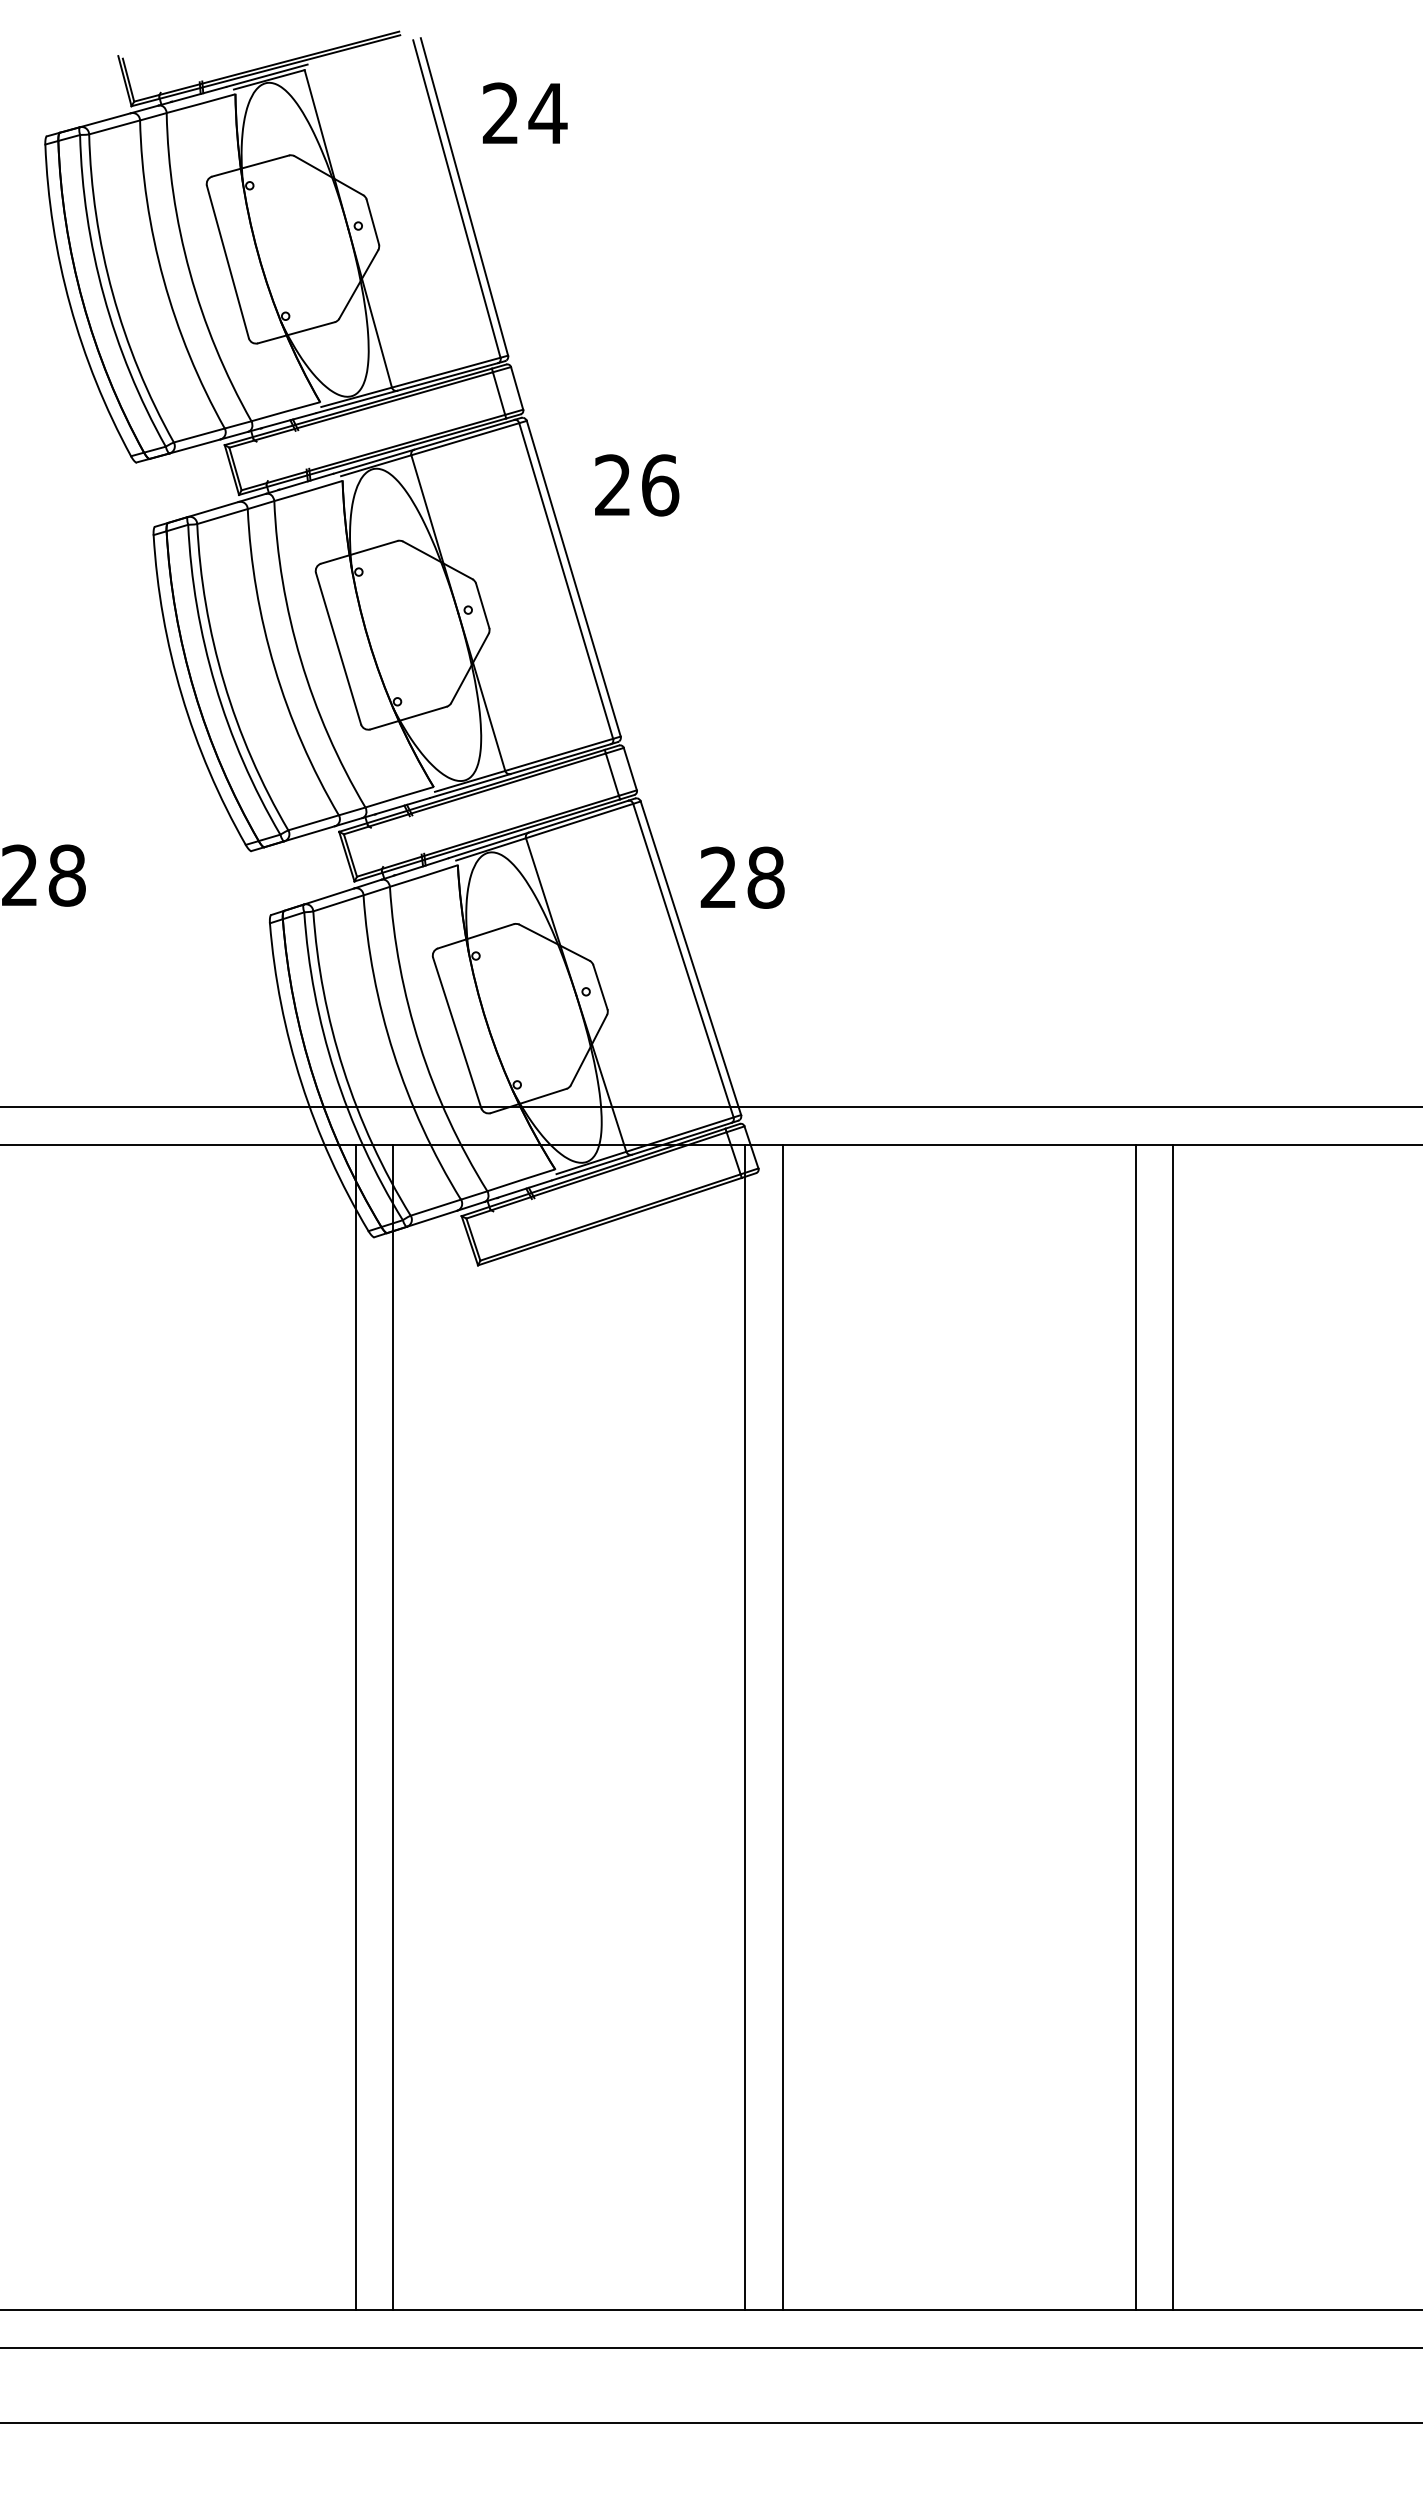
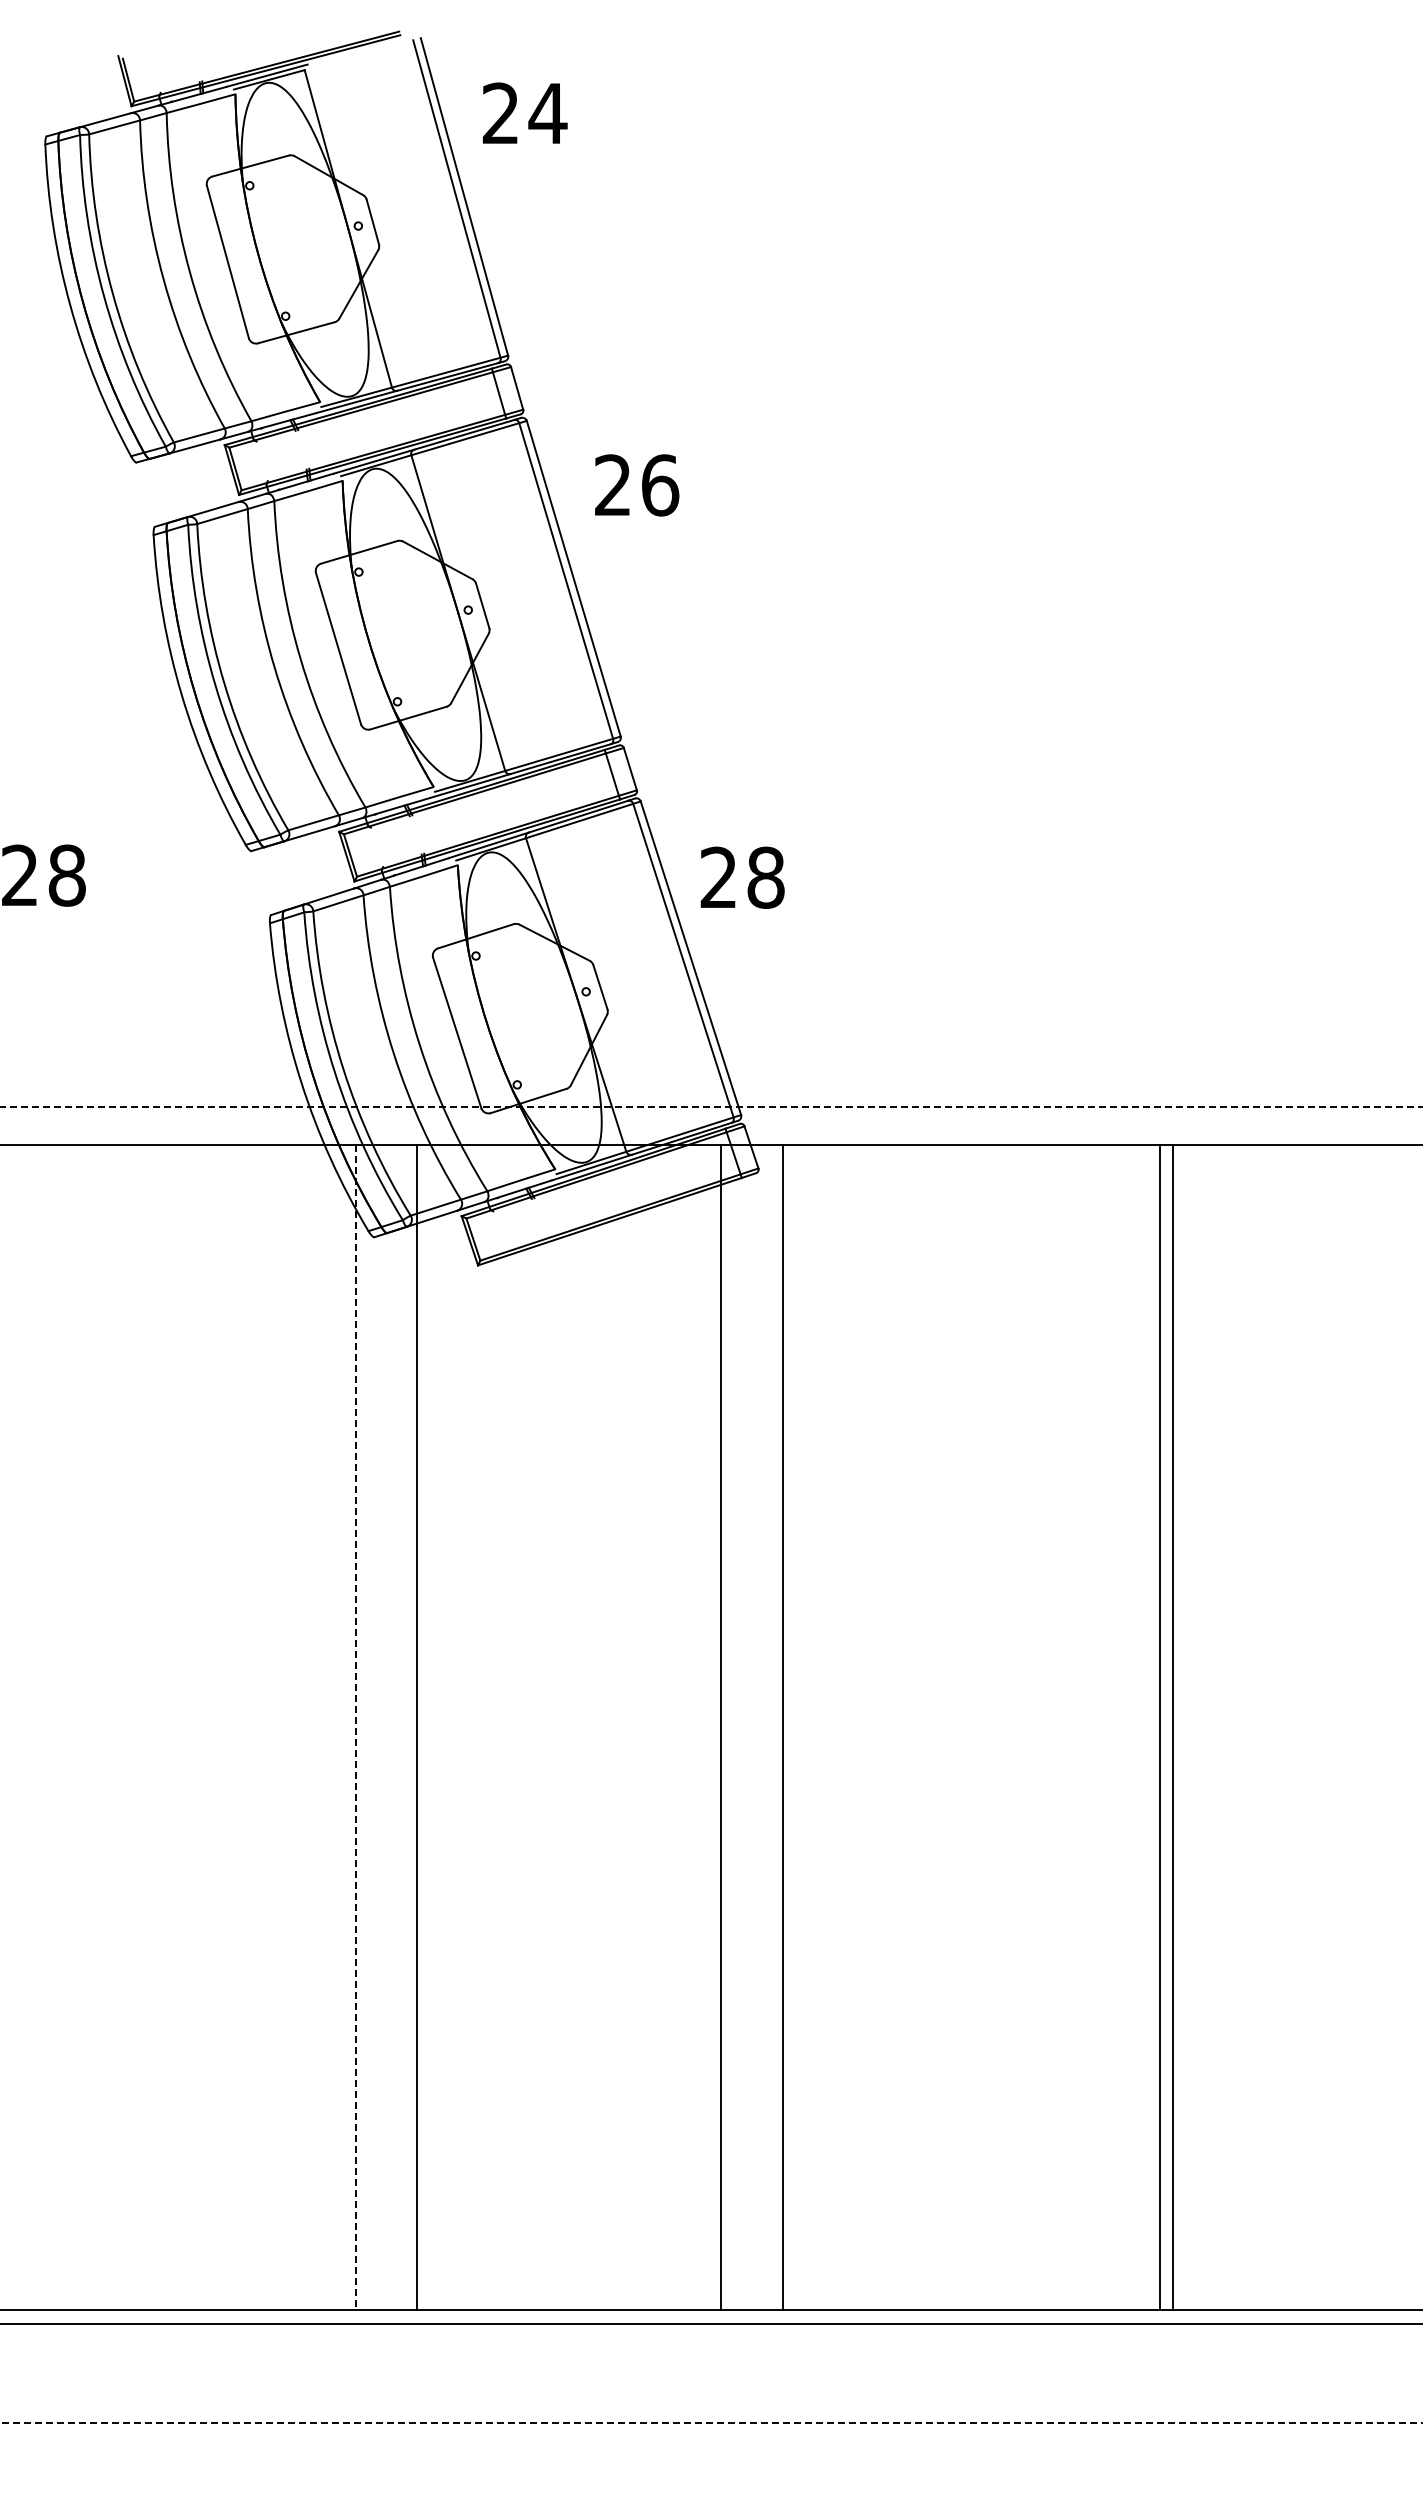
line at (711, 1107): solid -> dashed
line at (355, 1727): solid -> dashed
line at (393, 1727) position: (393, 1727) -> (417, 1727)
line at (744, 1727) position: (744, 1727) -> (720, 1727)
line at (1135, 1727) position: (1135, 1727) -> (1159, 1727)
line at (710, 2347) position: (710, 2347) -> (710, 2323)
line at (712, 2423): solid -> dashed
